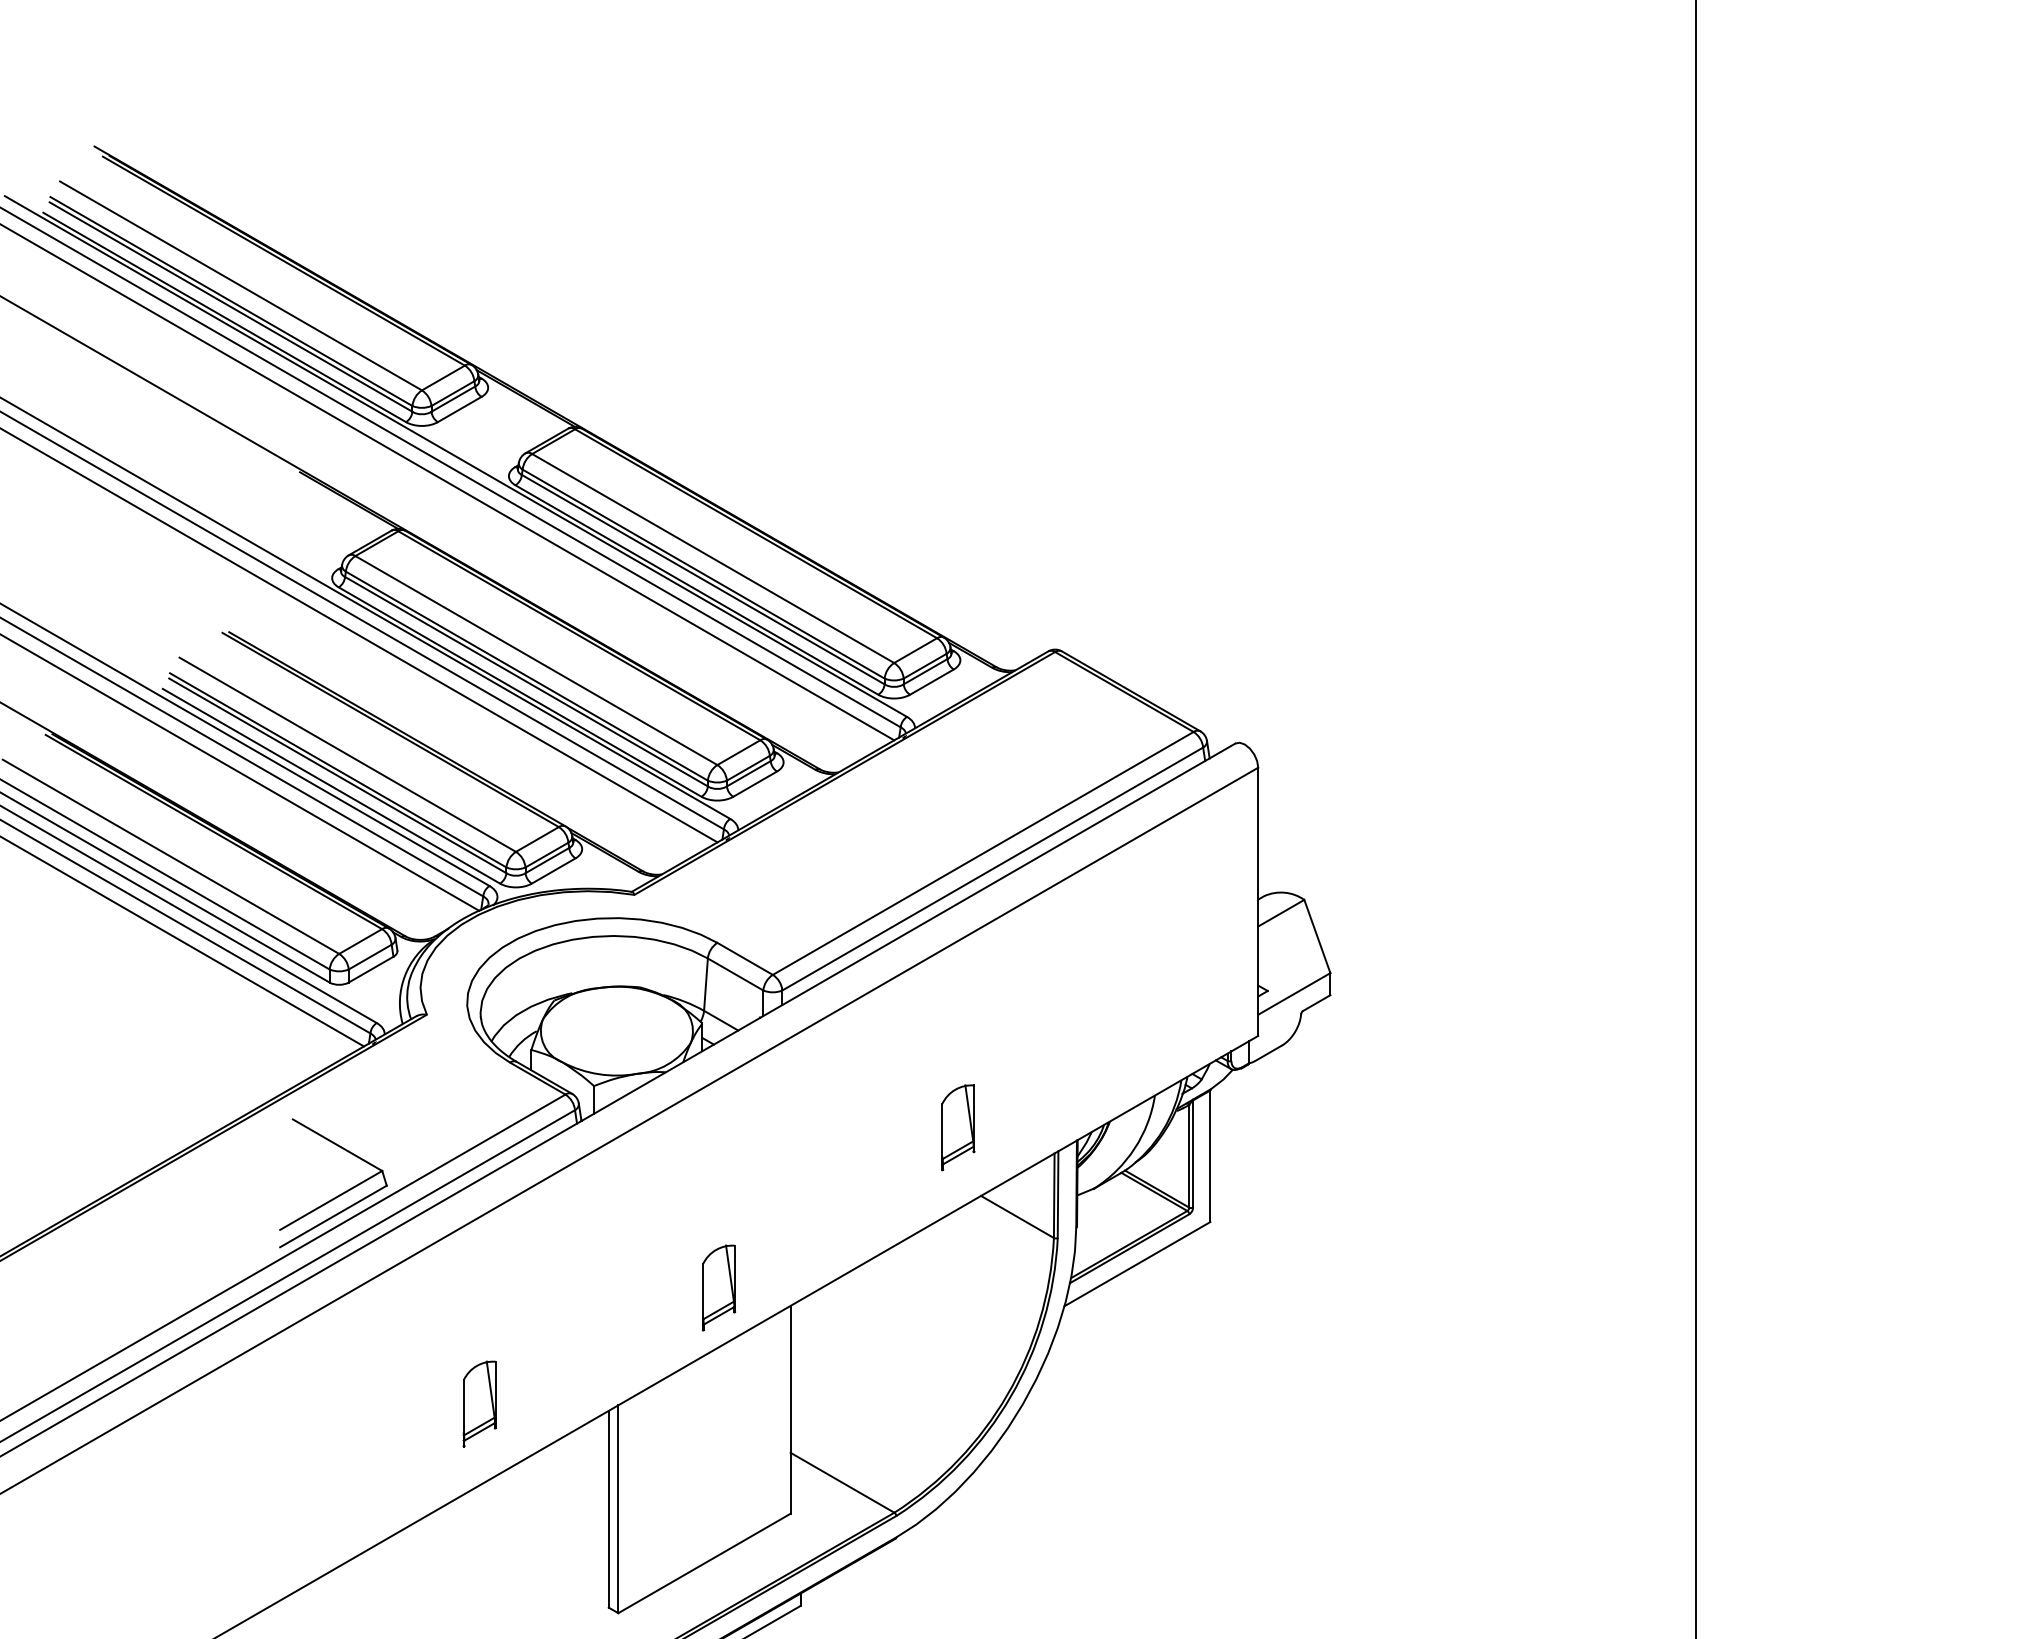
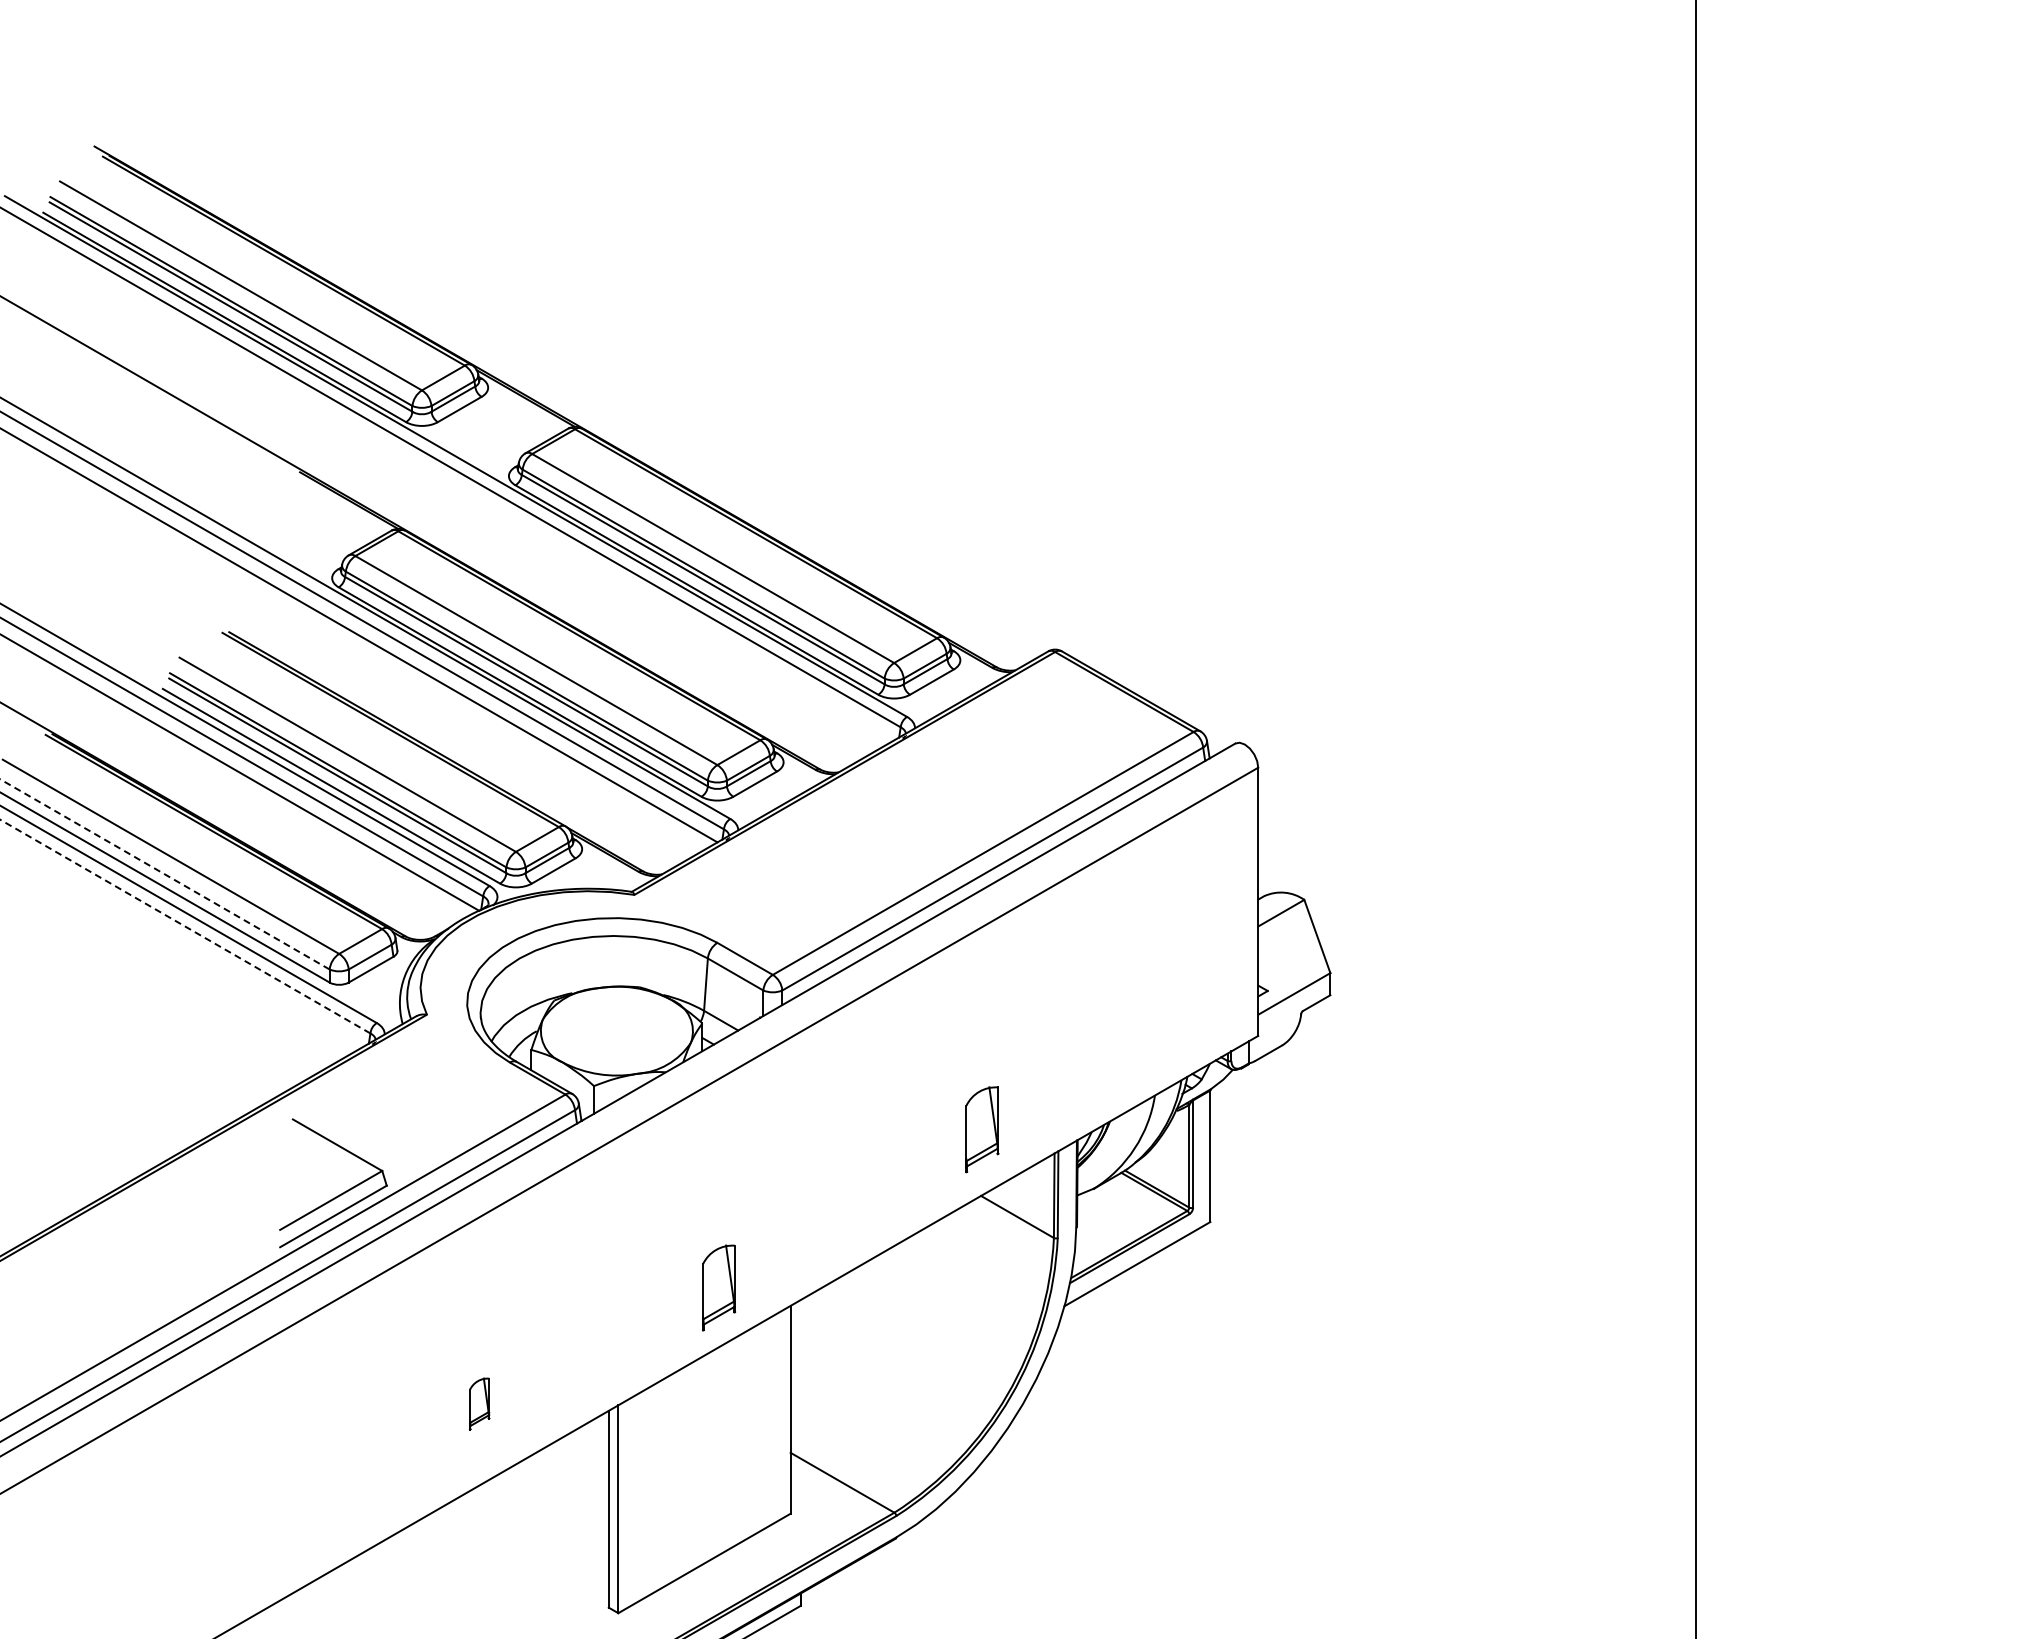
line at (448, 482): present -> none
line at (164, 874): solid -> dashed
line at (185, 926): solid -> dashed
line at (183, 941): present -> none
part at (958, 1127) position: (958, 1127) -> (982, 1129)
part at (479, 1403) size: 35x88 px -> 23x54 px
